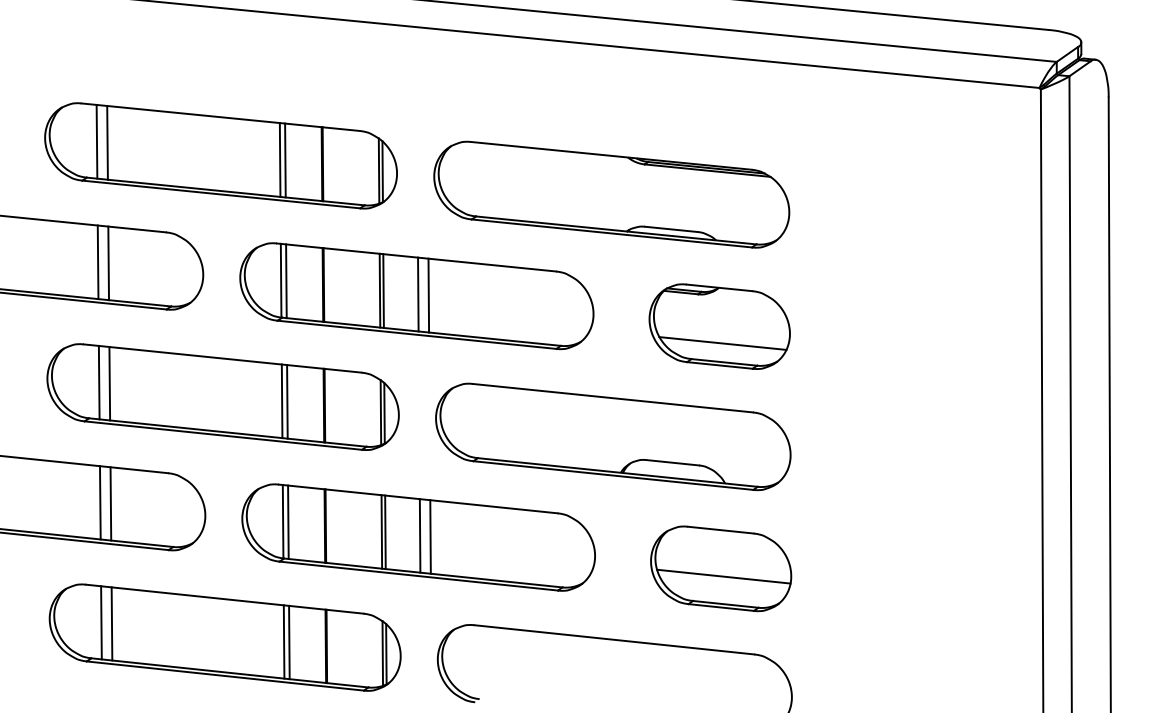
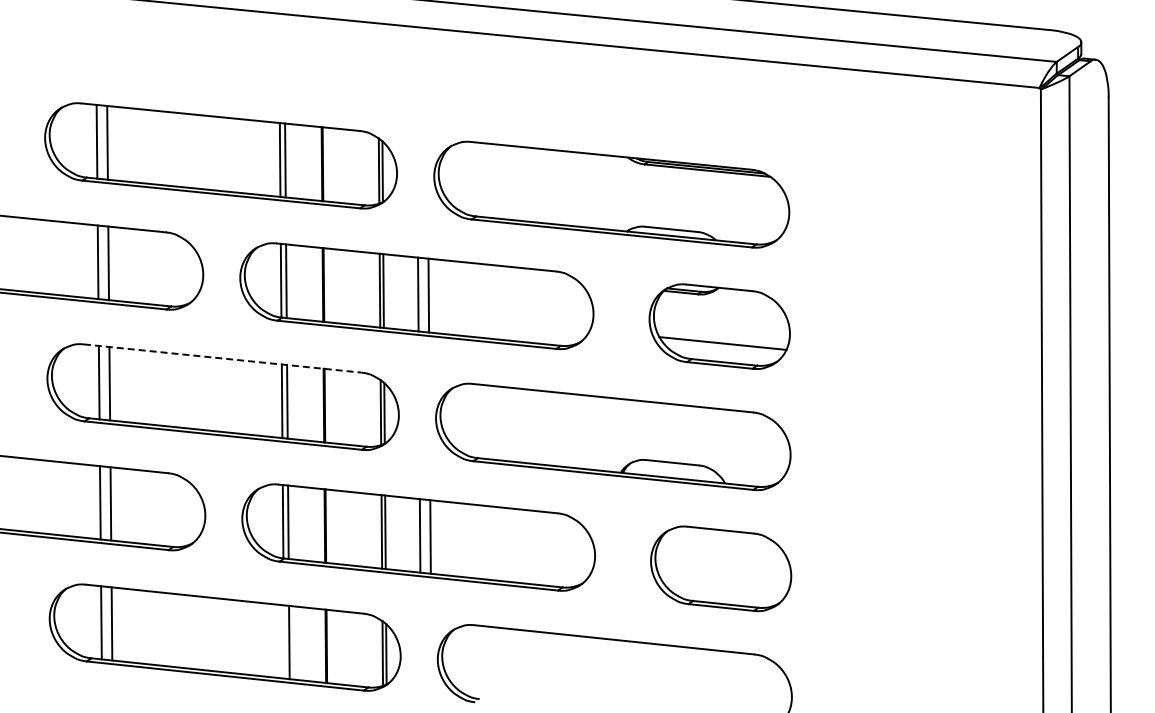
line at (223, 358): solid -> dashed
line at (723, 576): present -> none
line at (283, 641): present -> none
